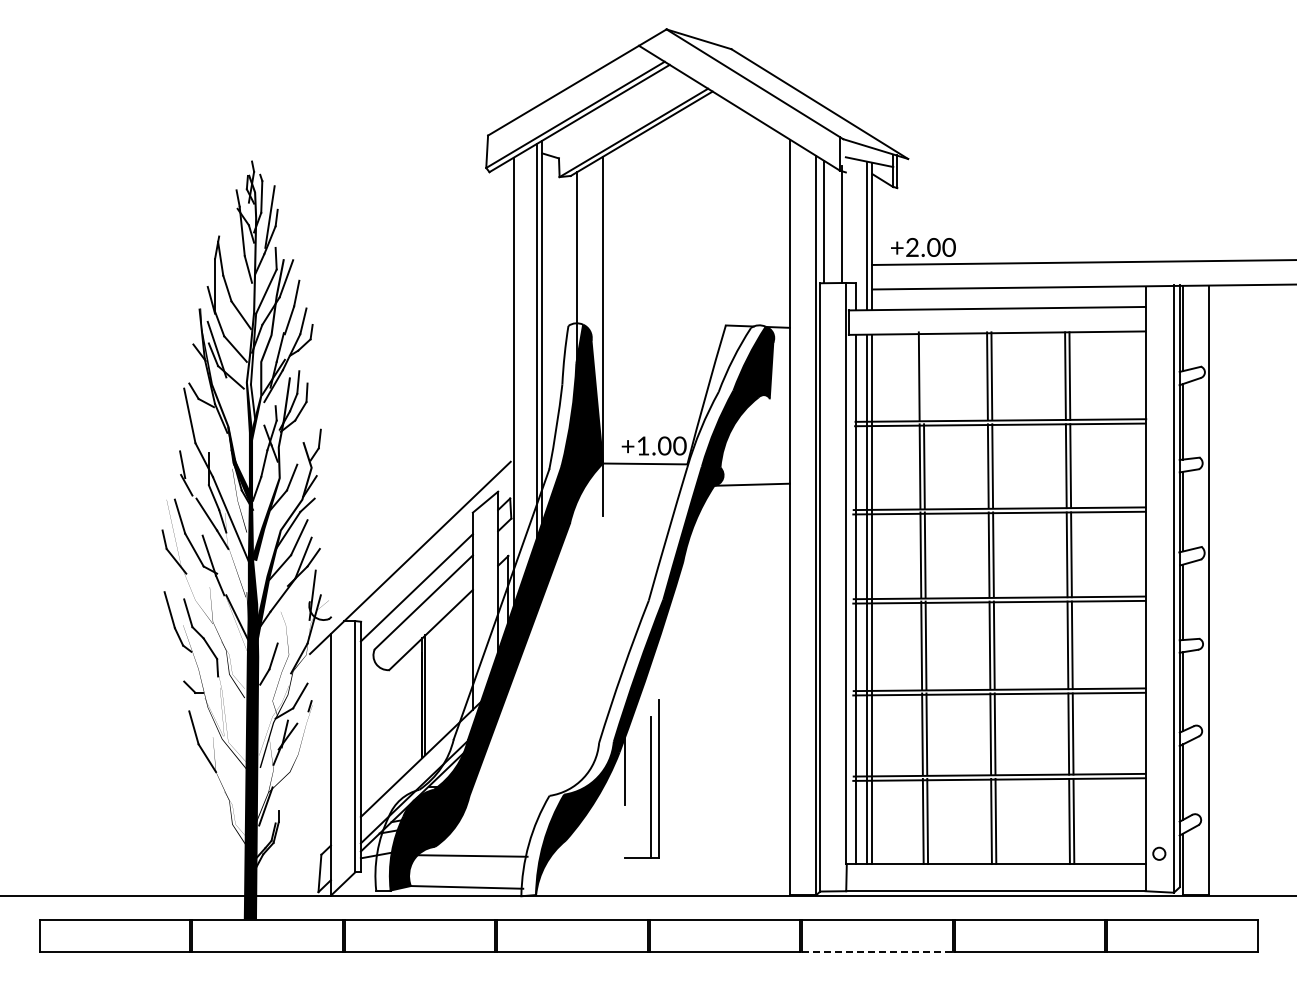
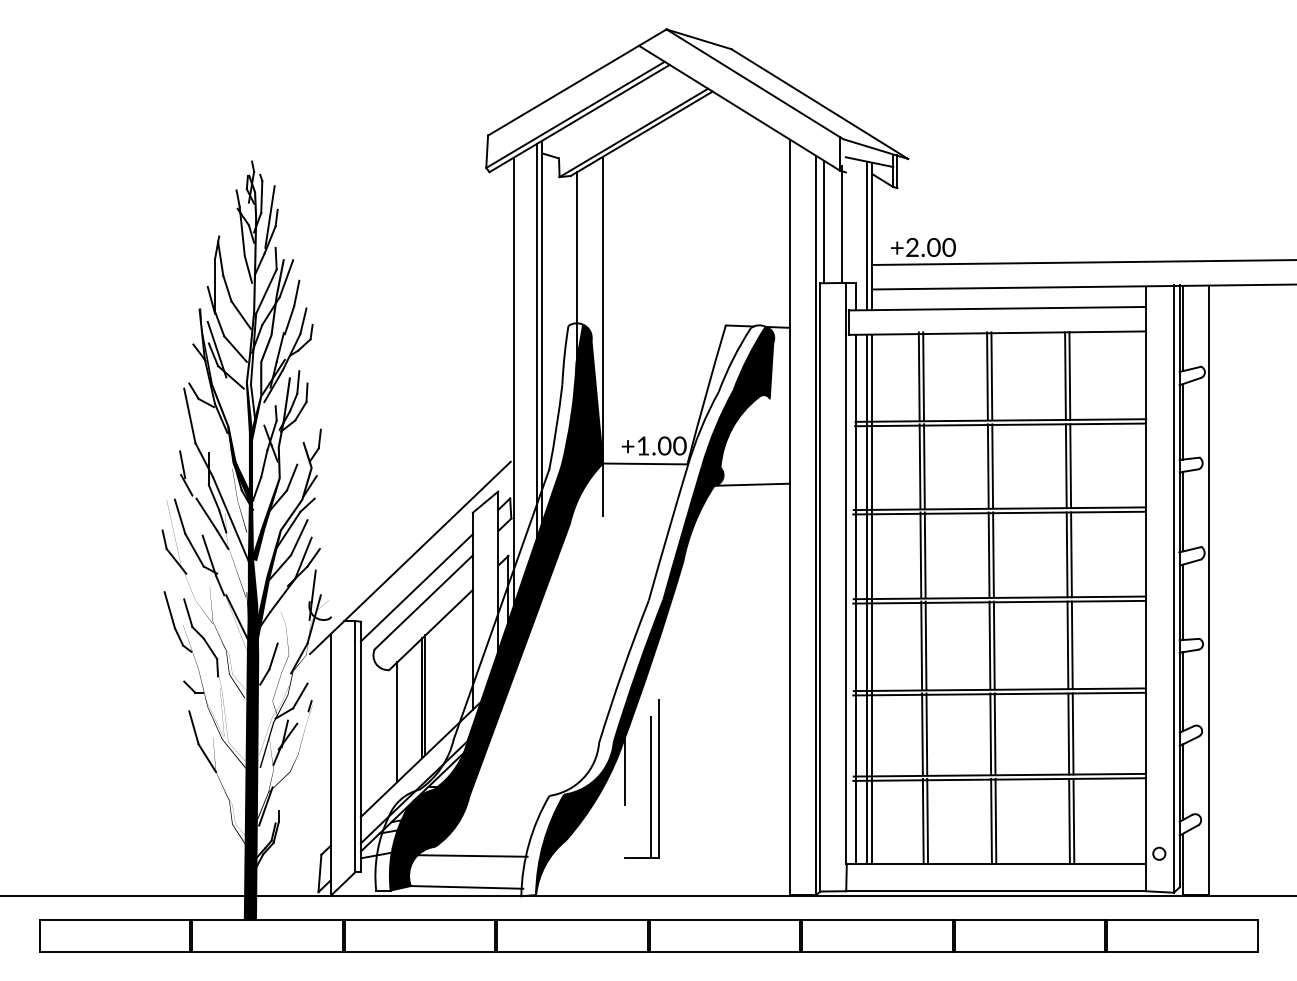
line at (923, 375): none -> present
line at (397, 722): none -> present
line at (878, 951): dashed -> solid
